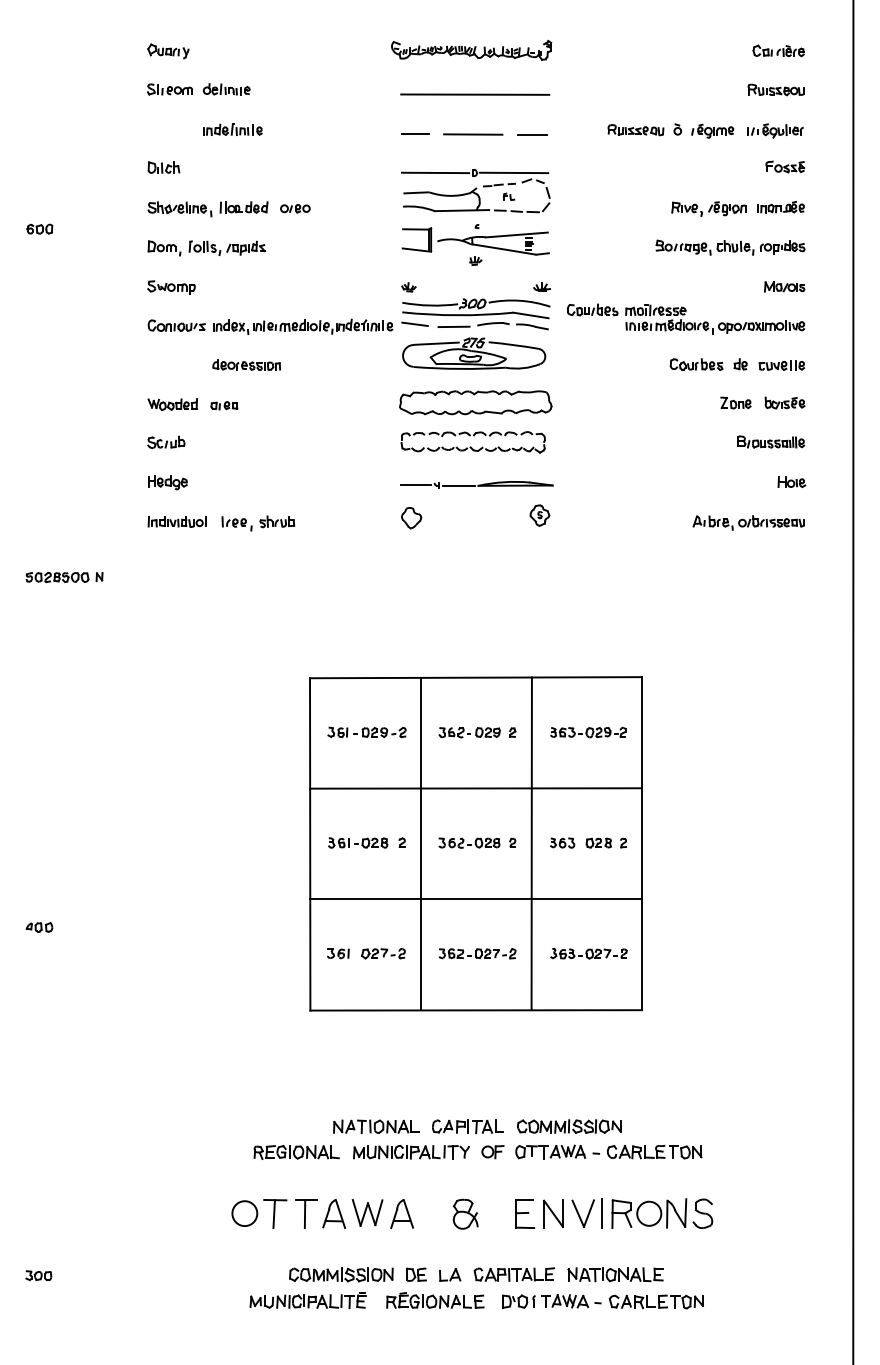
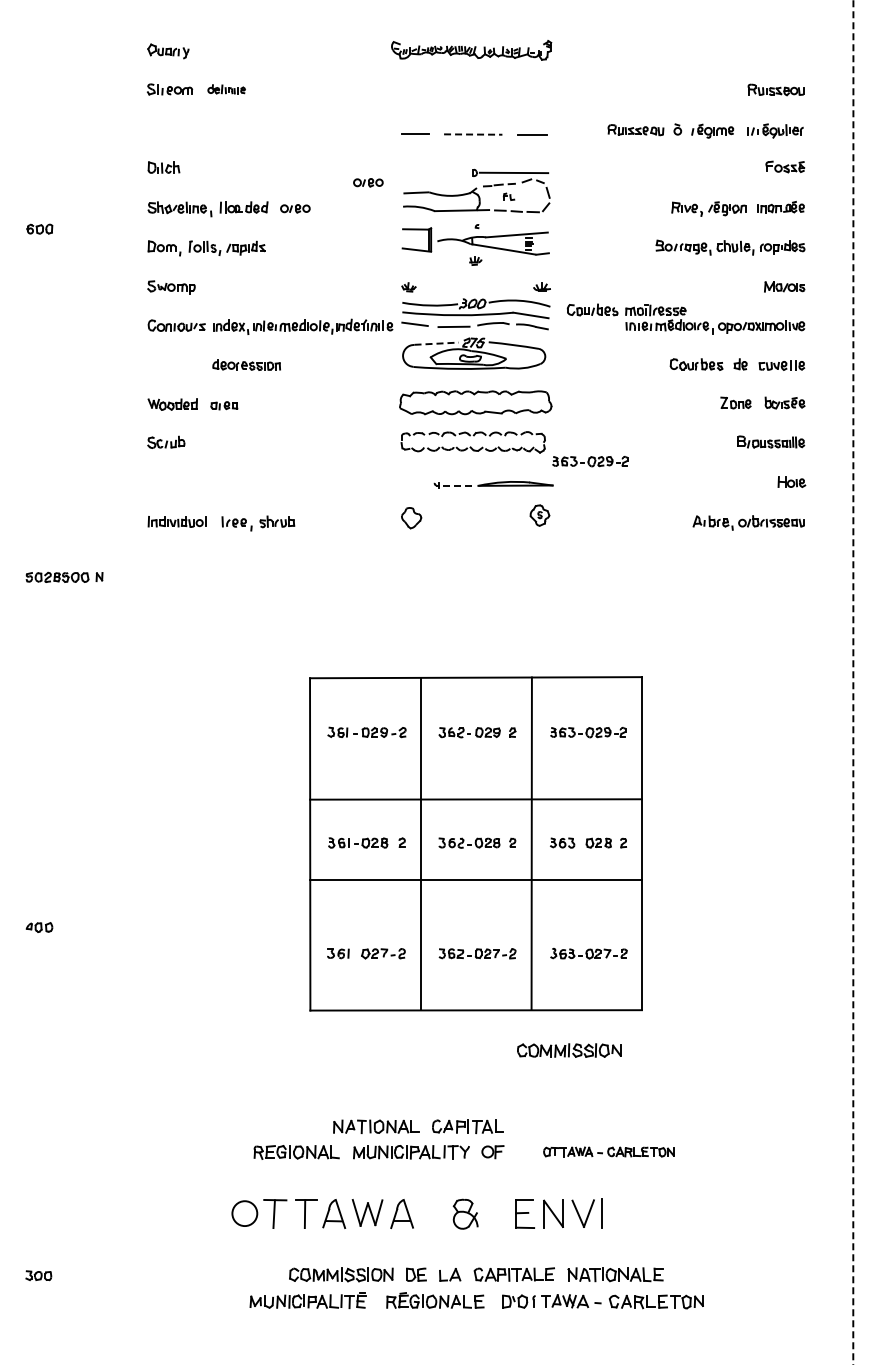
part at (778, 50): present -> none
part at (226, 89) size: 49x13 px -> 39x11 px
line at (475, 94): present -> none
part at (232, 129): present -> none
line at (473, 134): solid -> dashed
line at (435, 172): present -> none
part at (368, 182): none -> present
line at (437, 343): solid -> dashed
part at (590, 461): none -> present
part at (167, 482): present -> none
line at (416, 485): present -> none
line at (459, 485): solid -> dashed
line at (853, 682): solid -> dashed
line at (475, 788) position: (475, 788) -> (475, 799)
line at (475, 899) position: (475, 899) -> (475, 880)
part at (569, 1126) position: (569, 1126) -> (569, 1050)
part at (608, 1151) size: 188x16 px -> 132x12 px
part at (662, 1213): present -> none
